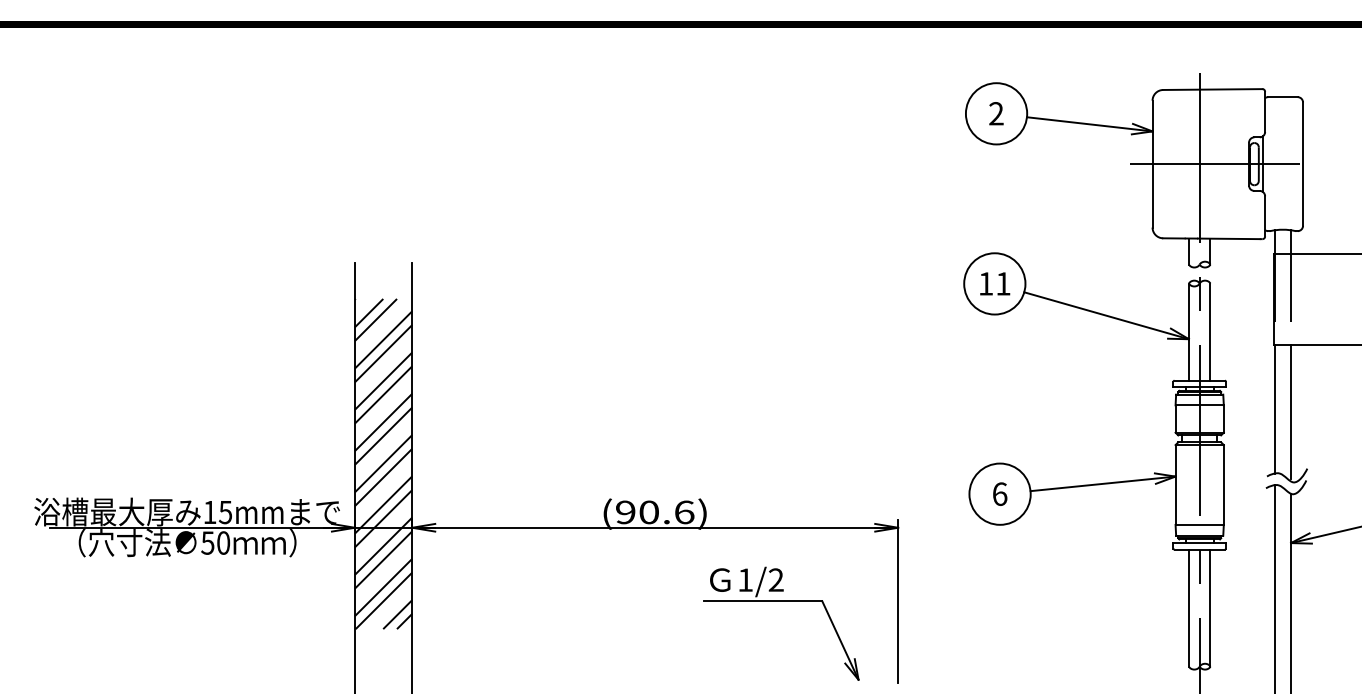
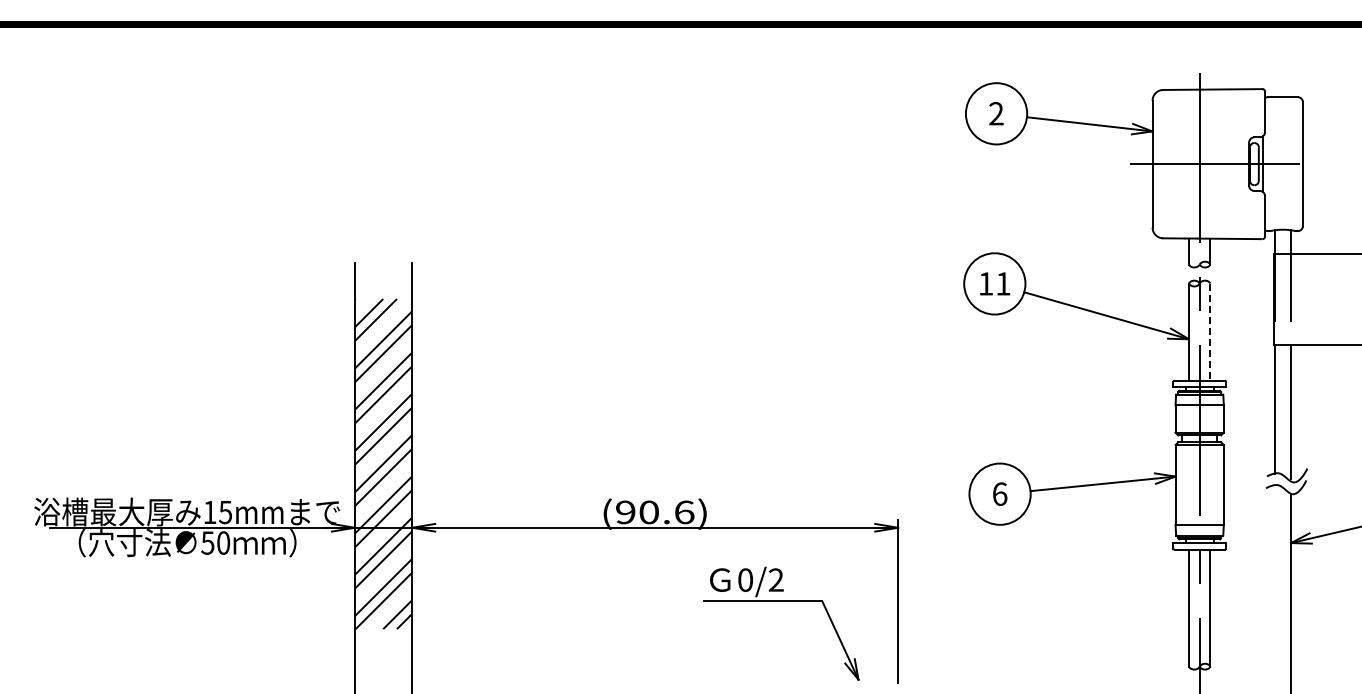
line at (1210, 332): solid -> dashed
text at (745, 579): 1/2 -> 0/2
line at (1274, 587): present -> none
